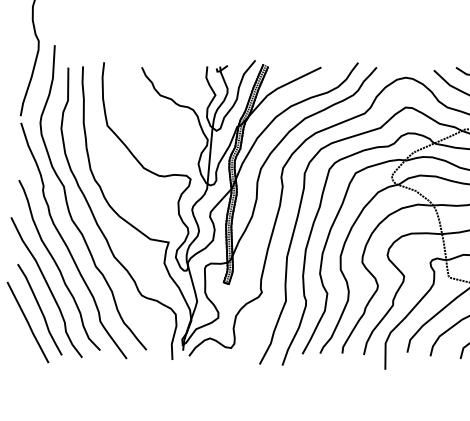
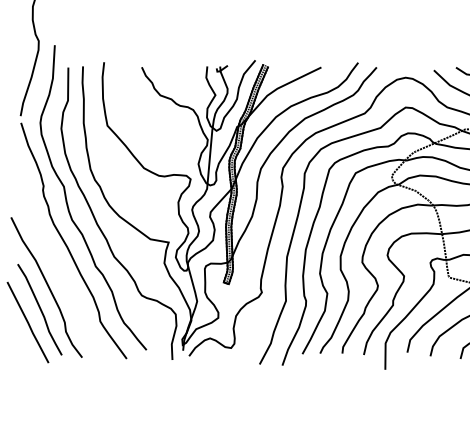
curve at (58, 266): present -> none
